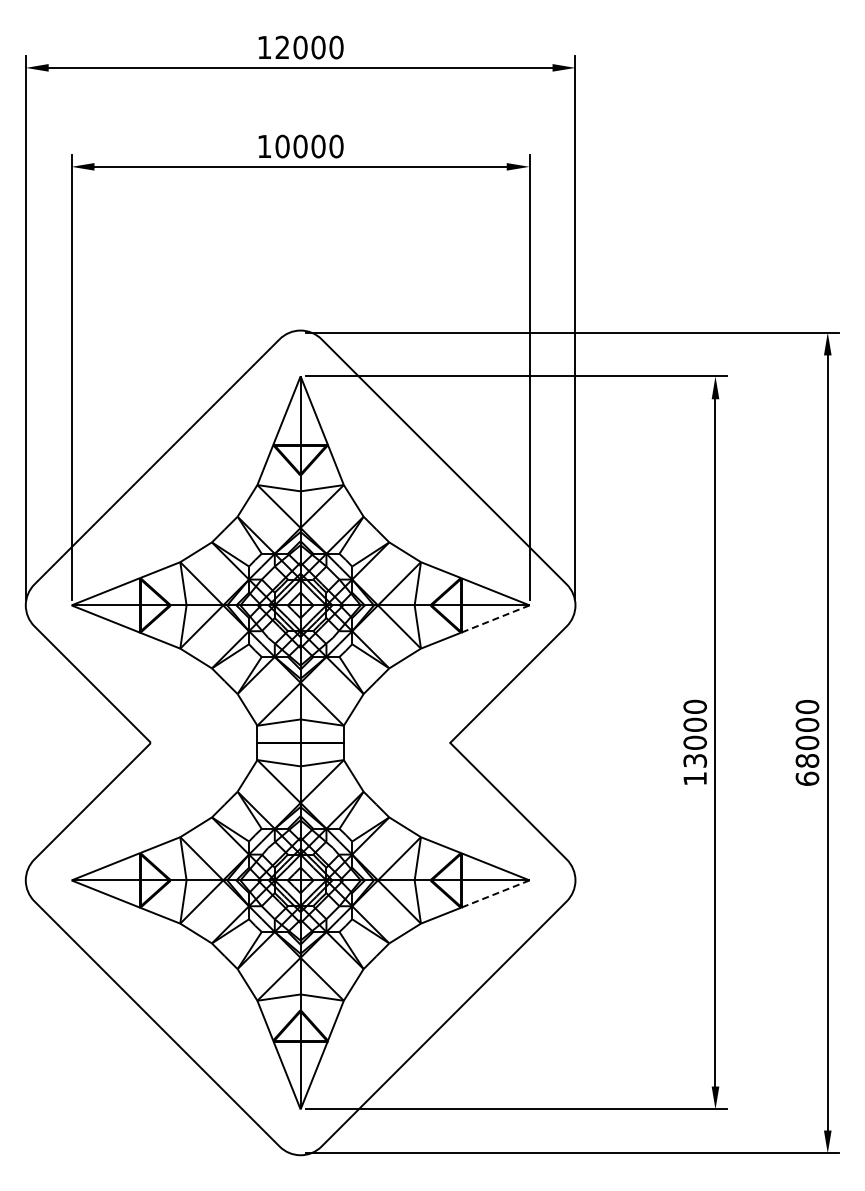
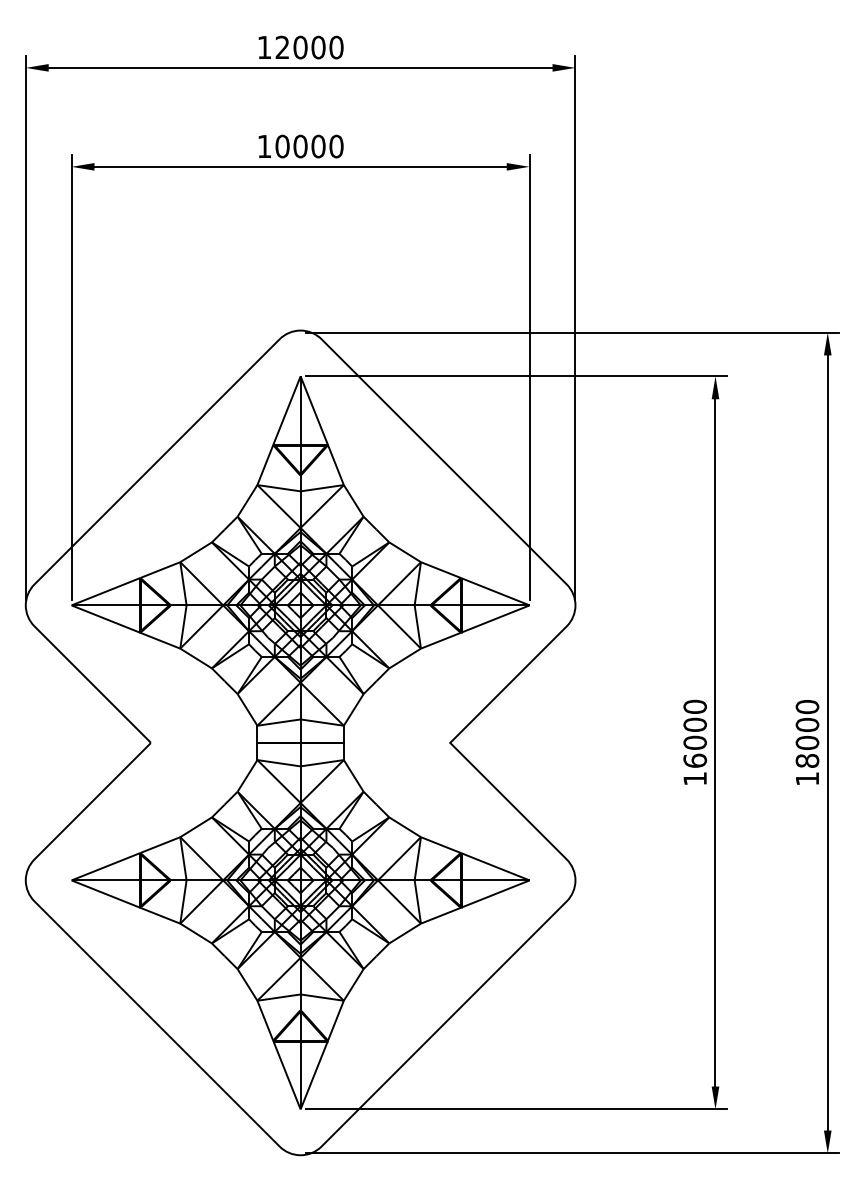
line at (494, 619): dashed -> solid
text at (695, 760): 13000 -> 16000
text at (807, 778): 68000 -> 18000
line at (494, 894): dashed -> solid
